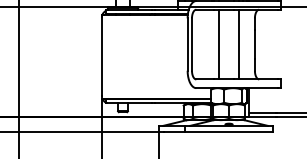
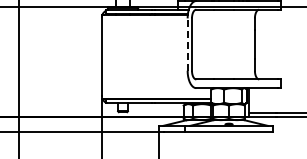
line at (187, 44): solid -> dashed
line at (218, 44): present -> none
line at (239, 44): present -> none
